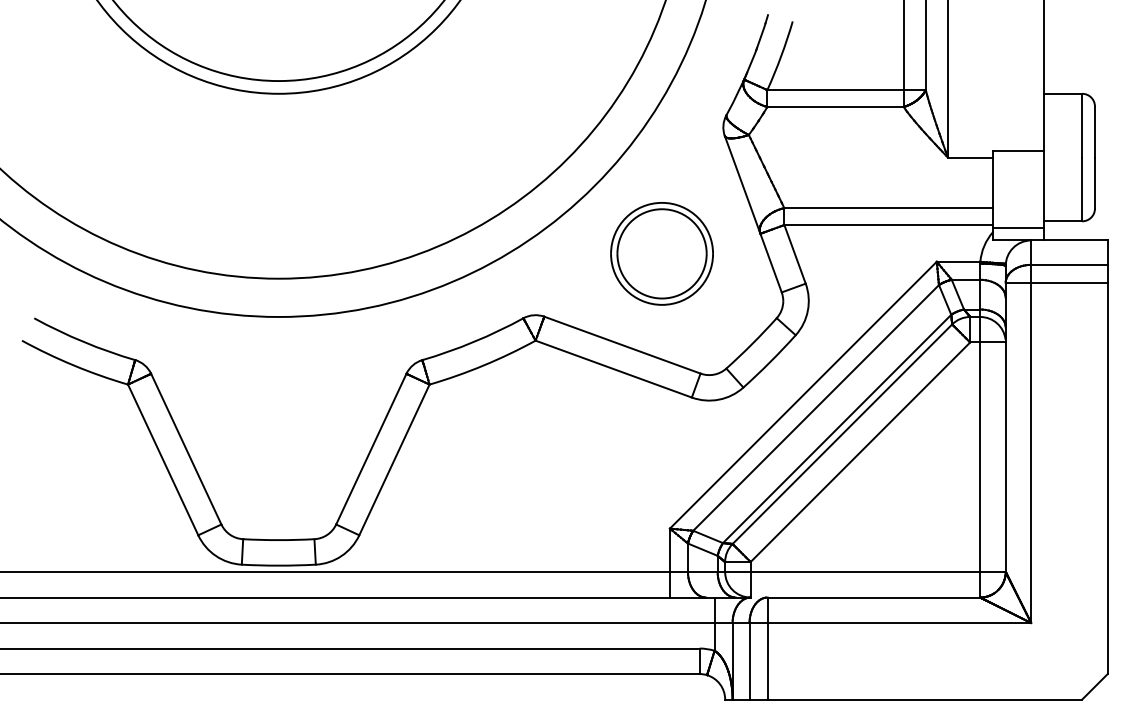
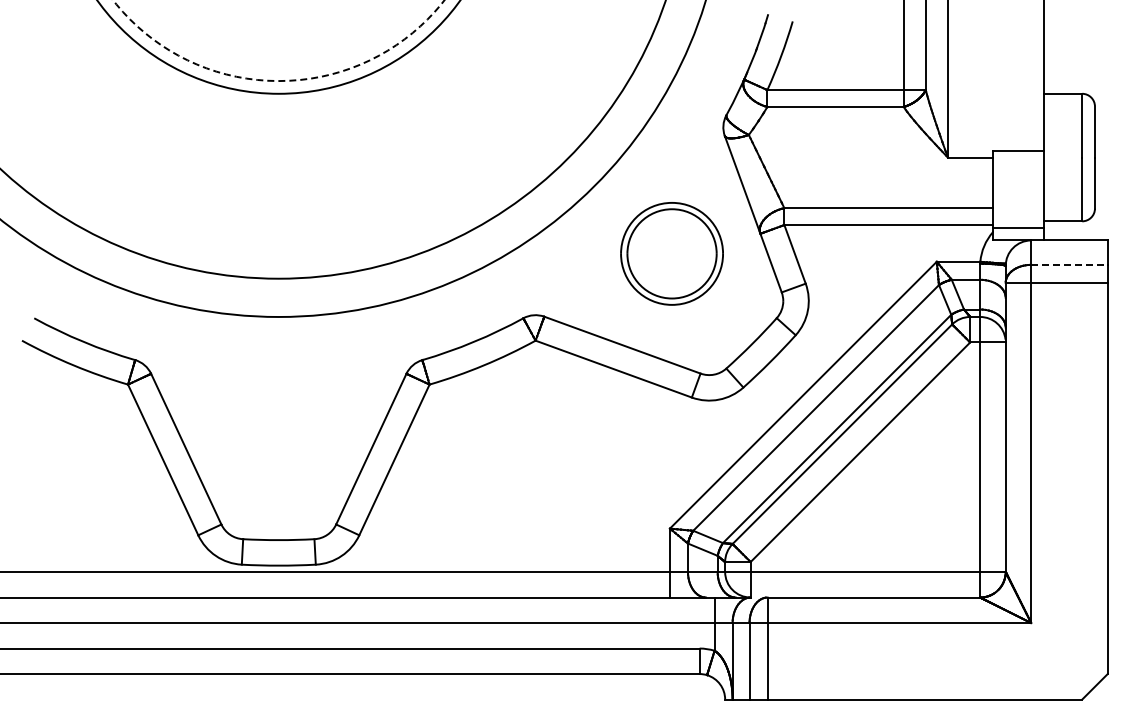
arc at (278, 81): solid -> dashed
part at (661, 253) position: (661, 253) -> (671, 253)
line at (1069, 264): solid -> dashed
